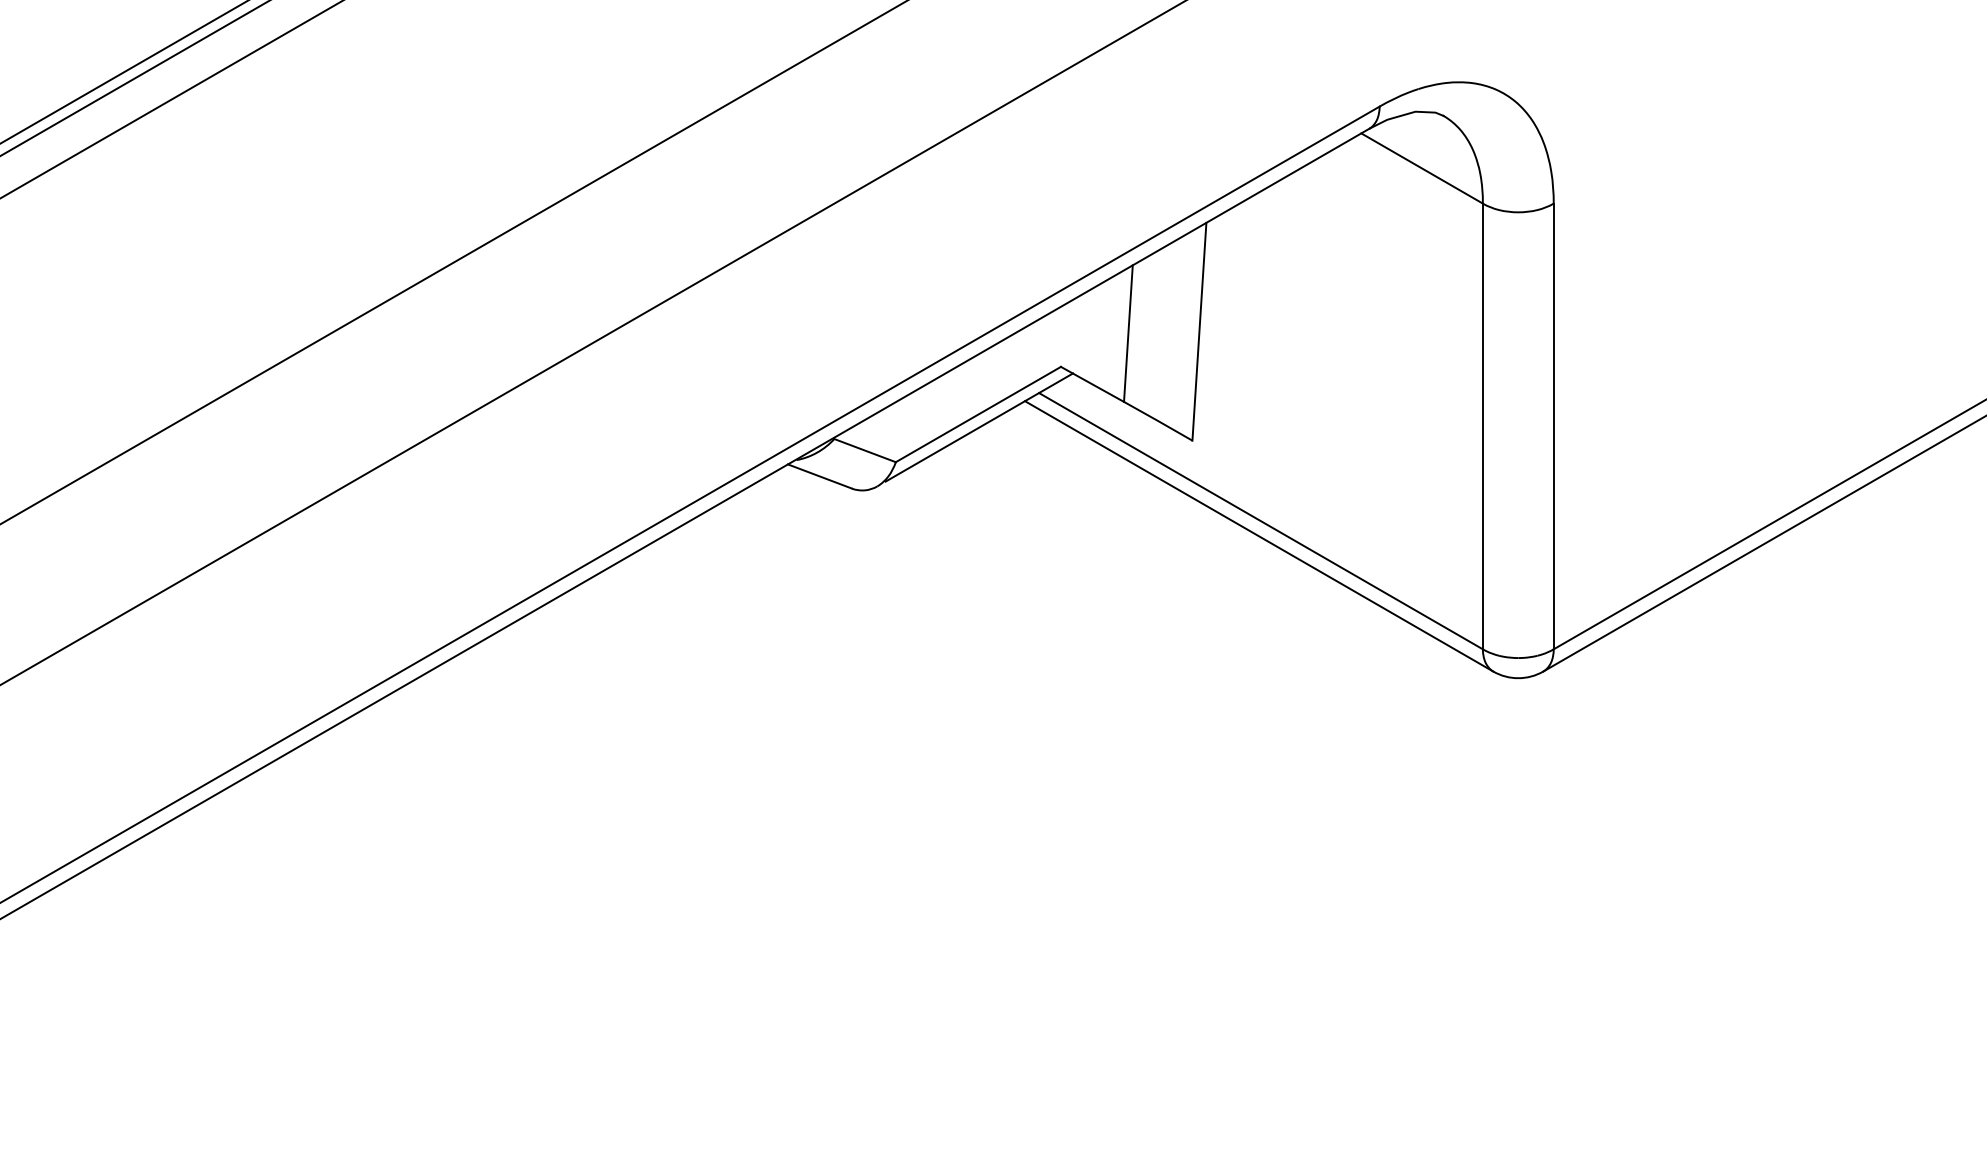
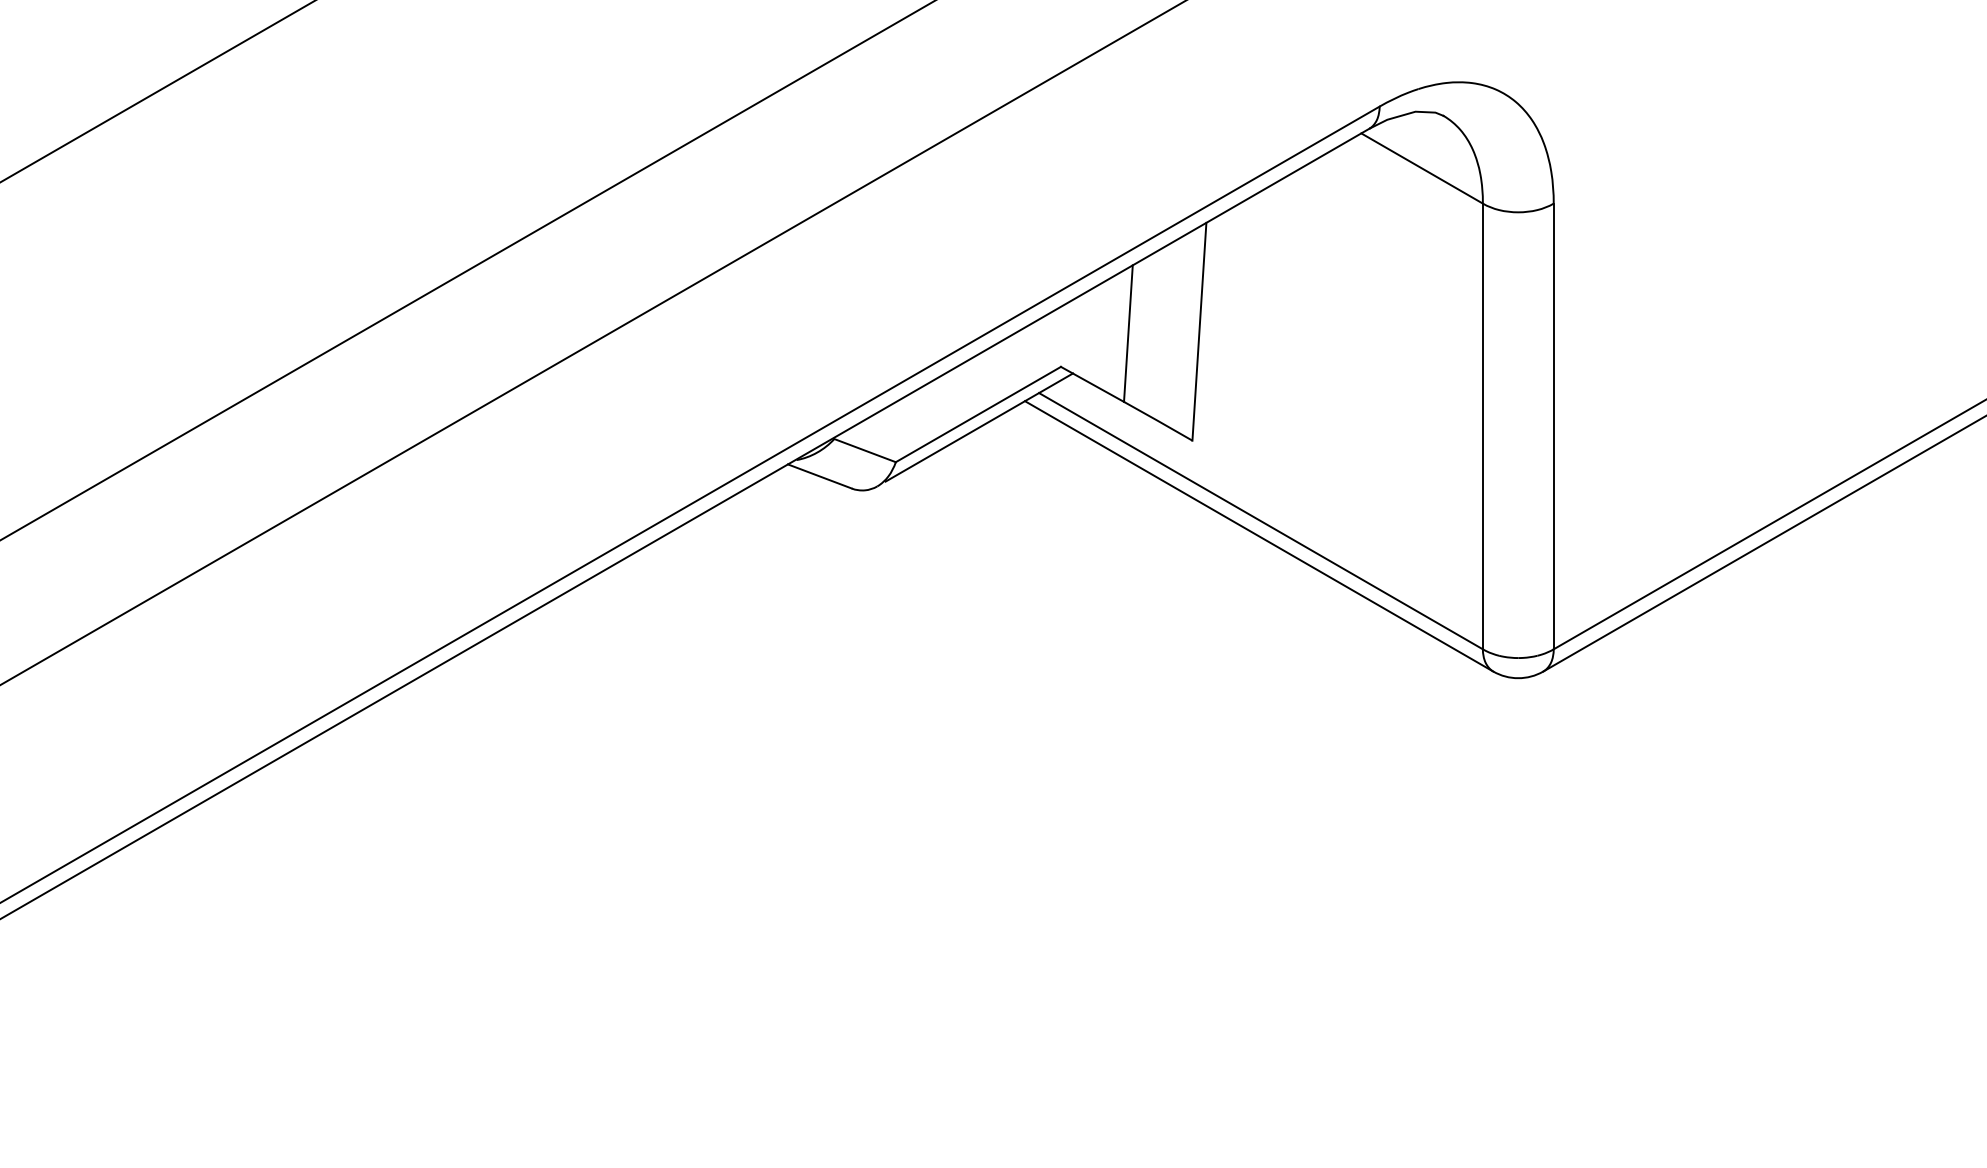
line at (123, 72): present -> none
line at (134, 78): present -> none
line at (171, 99) position: (171, 99) -> (157, 91)
line at (453, 262) position: (453, 262) -> (467, 270)
